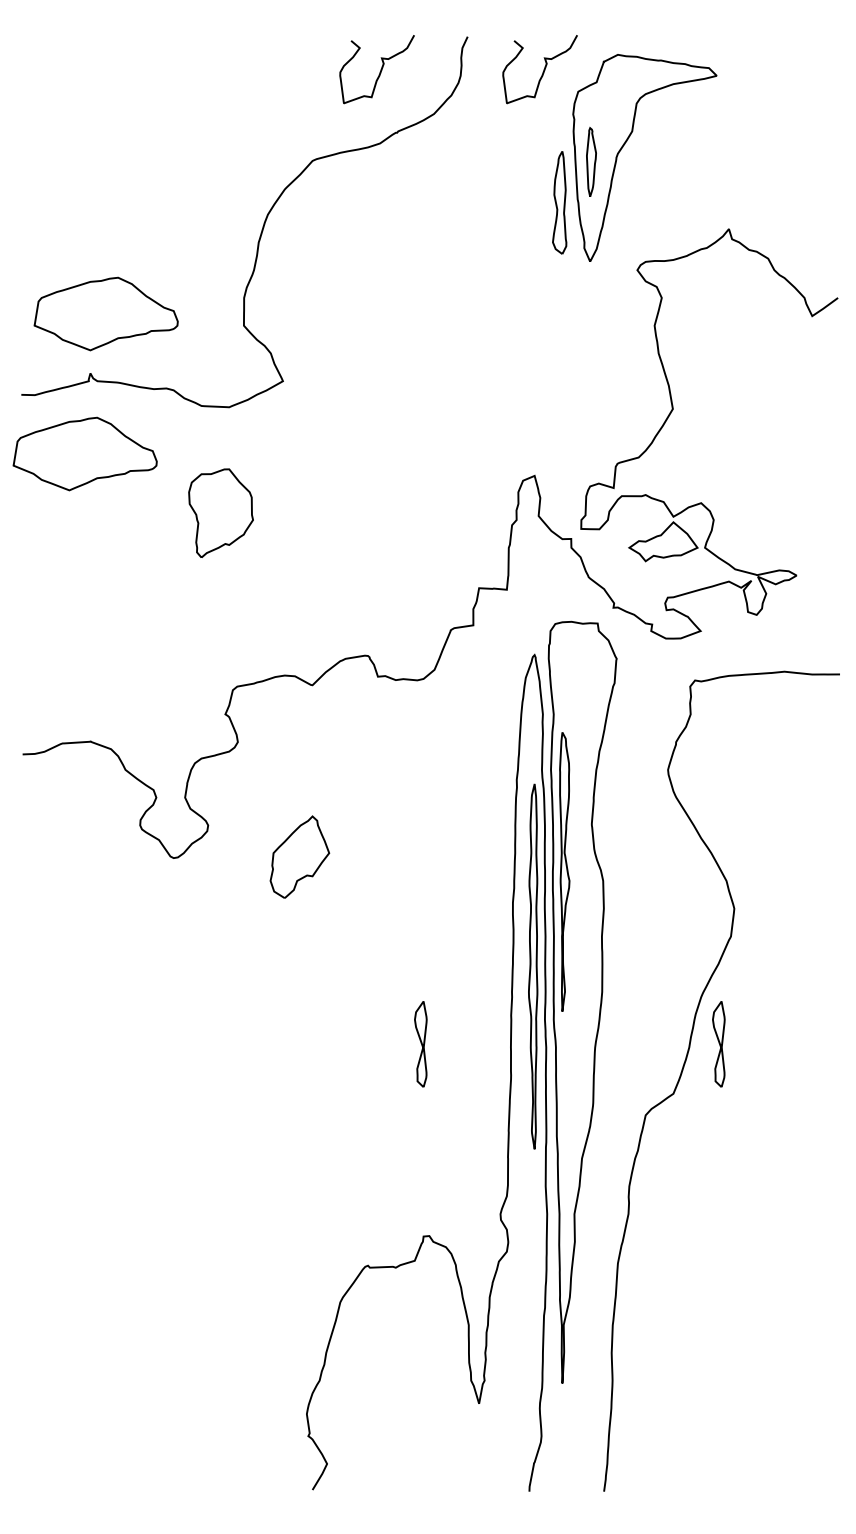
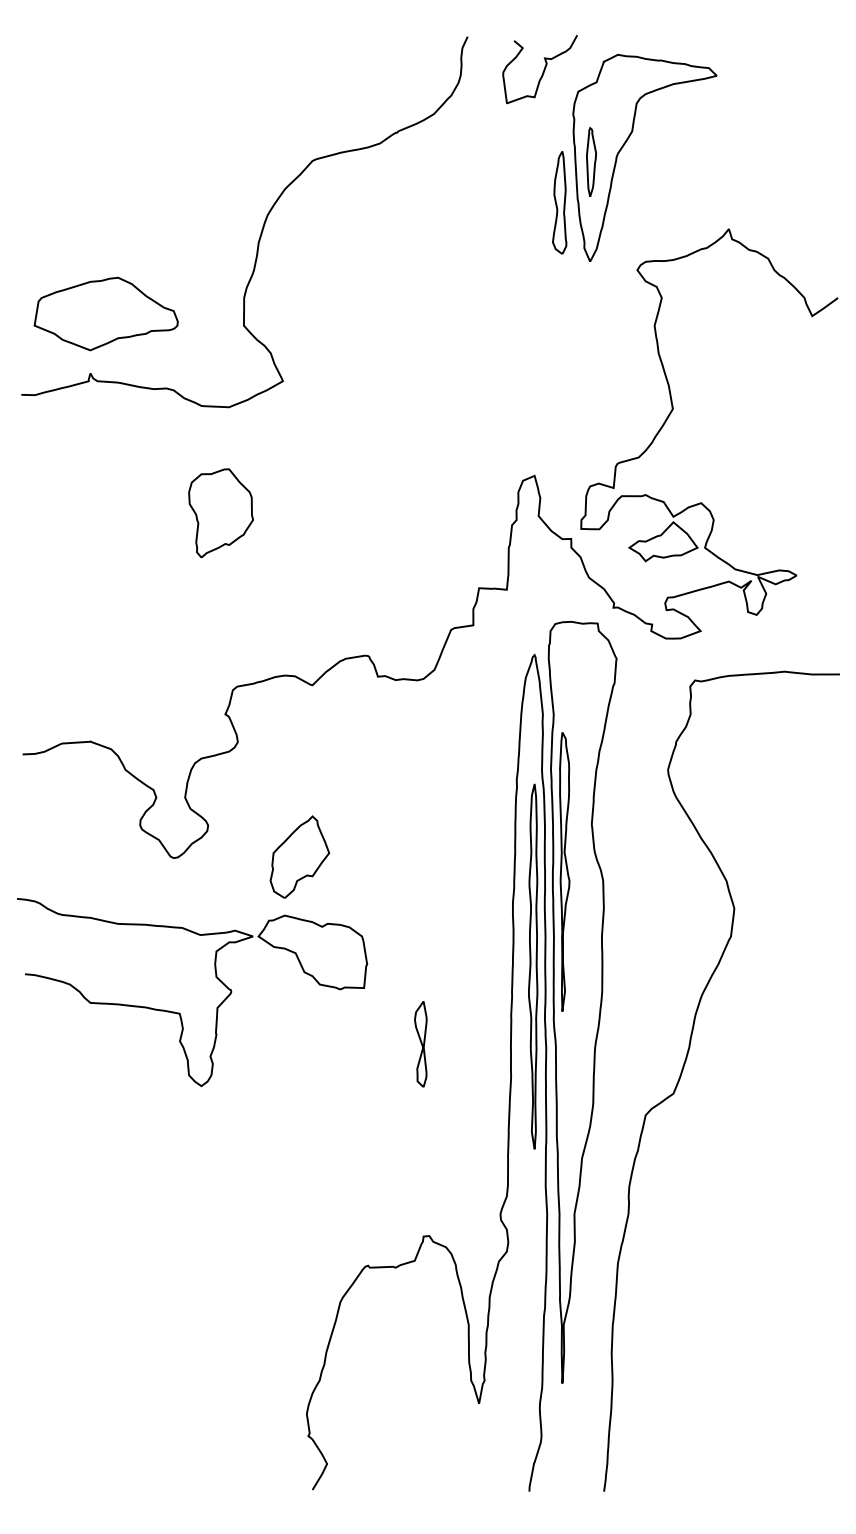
curve at (380, 69): present -> none
part at (84, 453): present -> none
part at (179, 1012): none -> present
part at (718, 1044): present -> none
